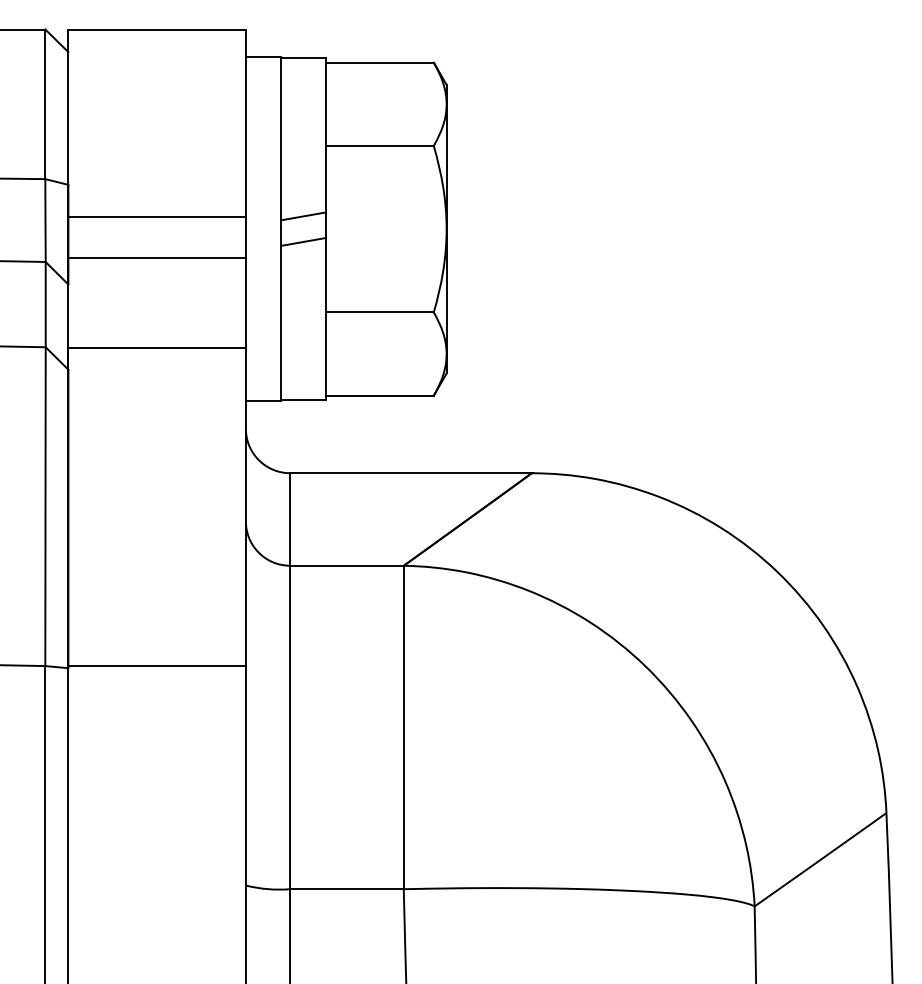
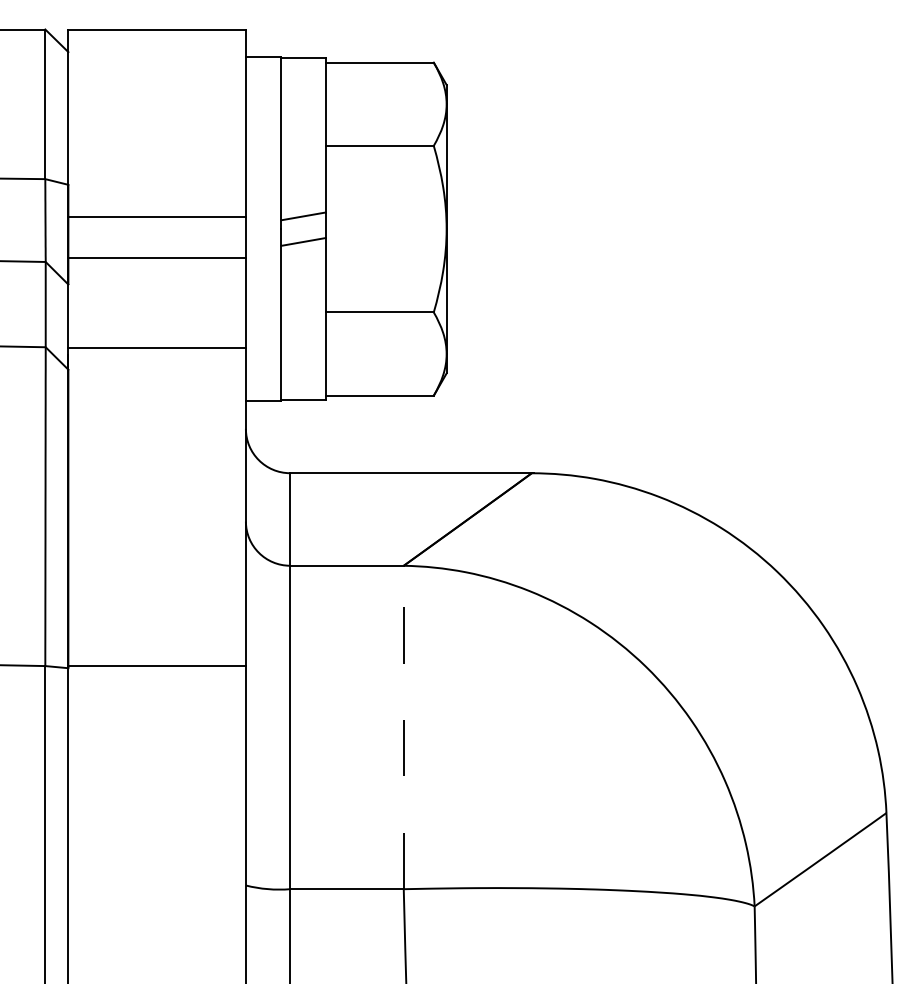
line at (403, 727): solid -> dashed
